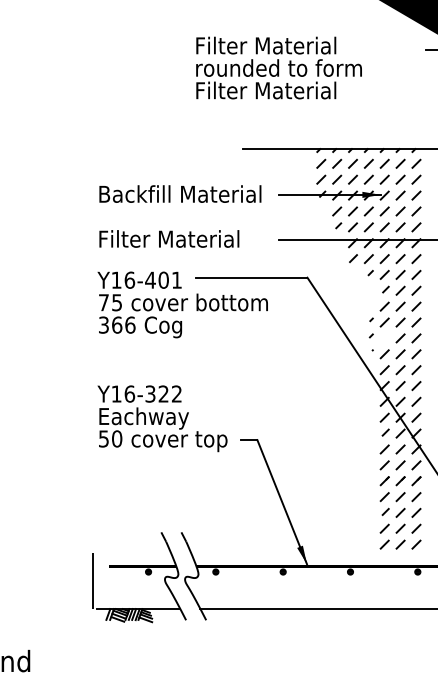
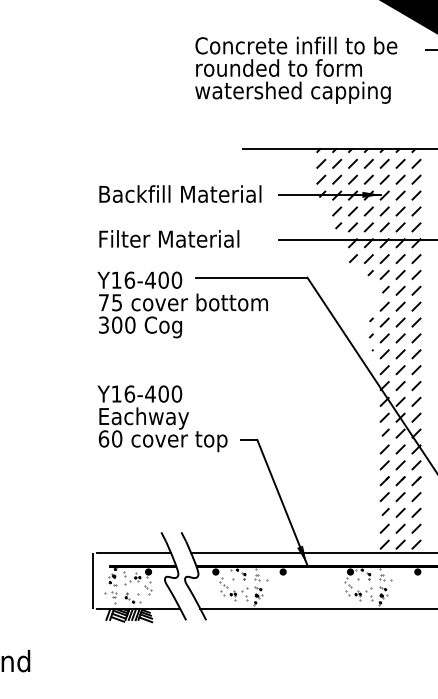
text at (296, 45): Filter Material -> Concrete infill to be
text at (292, 92): Filter Material -> watershed capping
text at (176, 279): Y16-401 -> Y16-400
text at (123, 324): 366 -> 300
line at (384, 338): none -> present
text at (163, 393): Y16-322 -> Y16-400
text at (103, 438): 50 -> 60
line at (134, 552): none -> present
line at (312, 552): none -> present
hatch at (127, 585): none -> present
hatch at (243, 586): none -> present
hatch at (368, 586): none -> present
